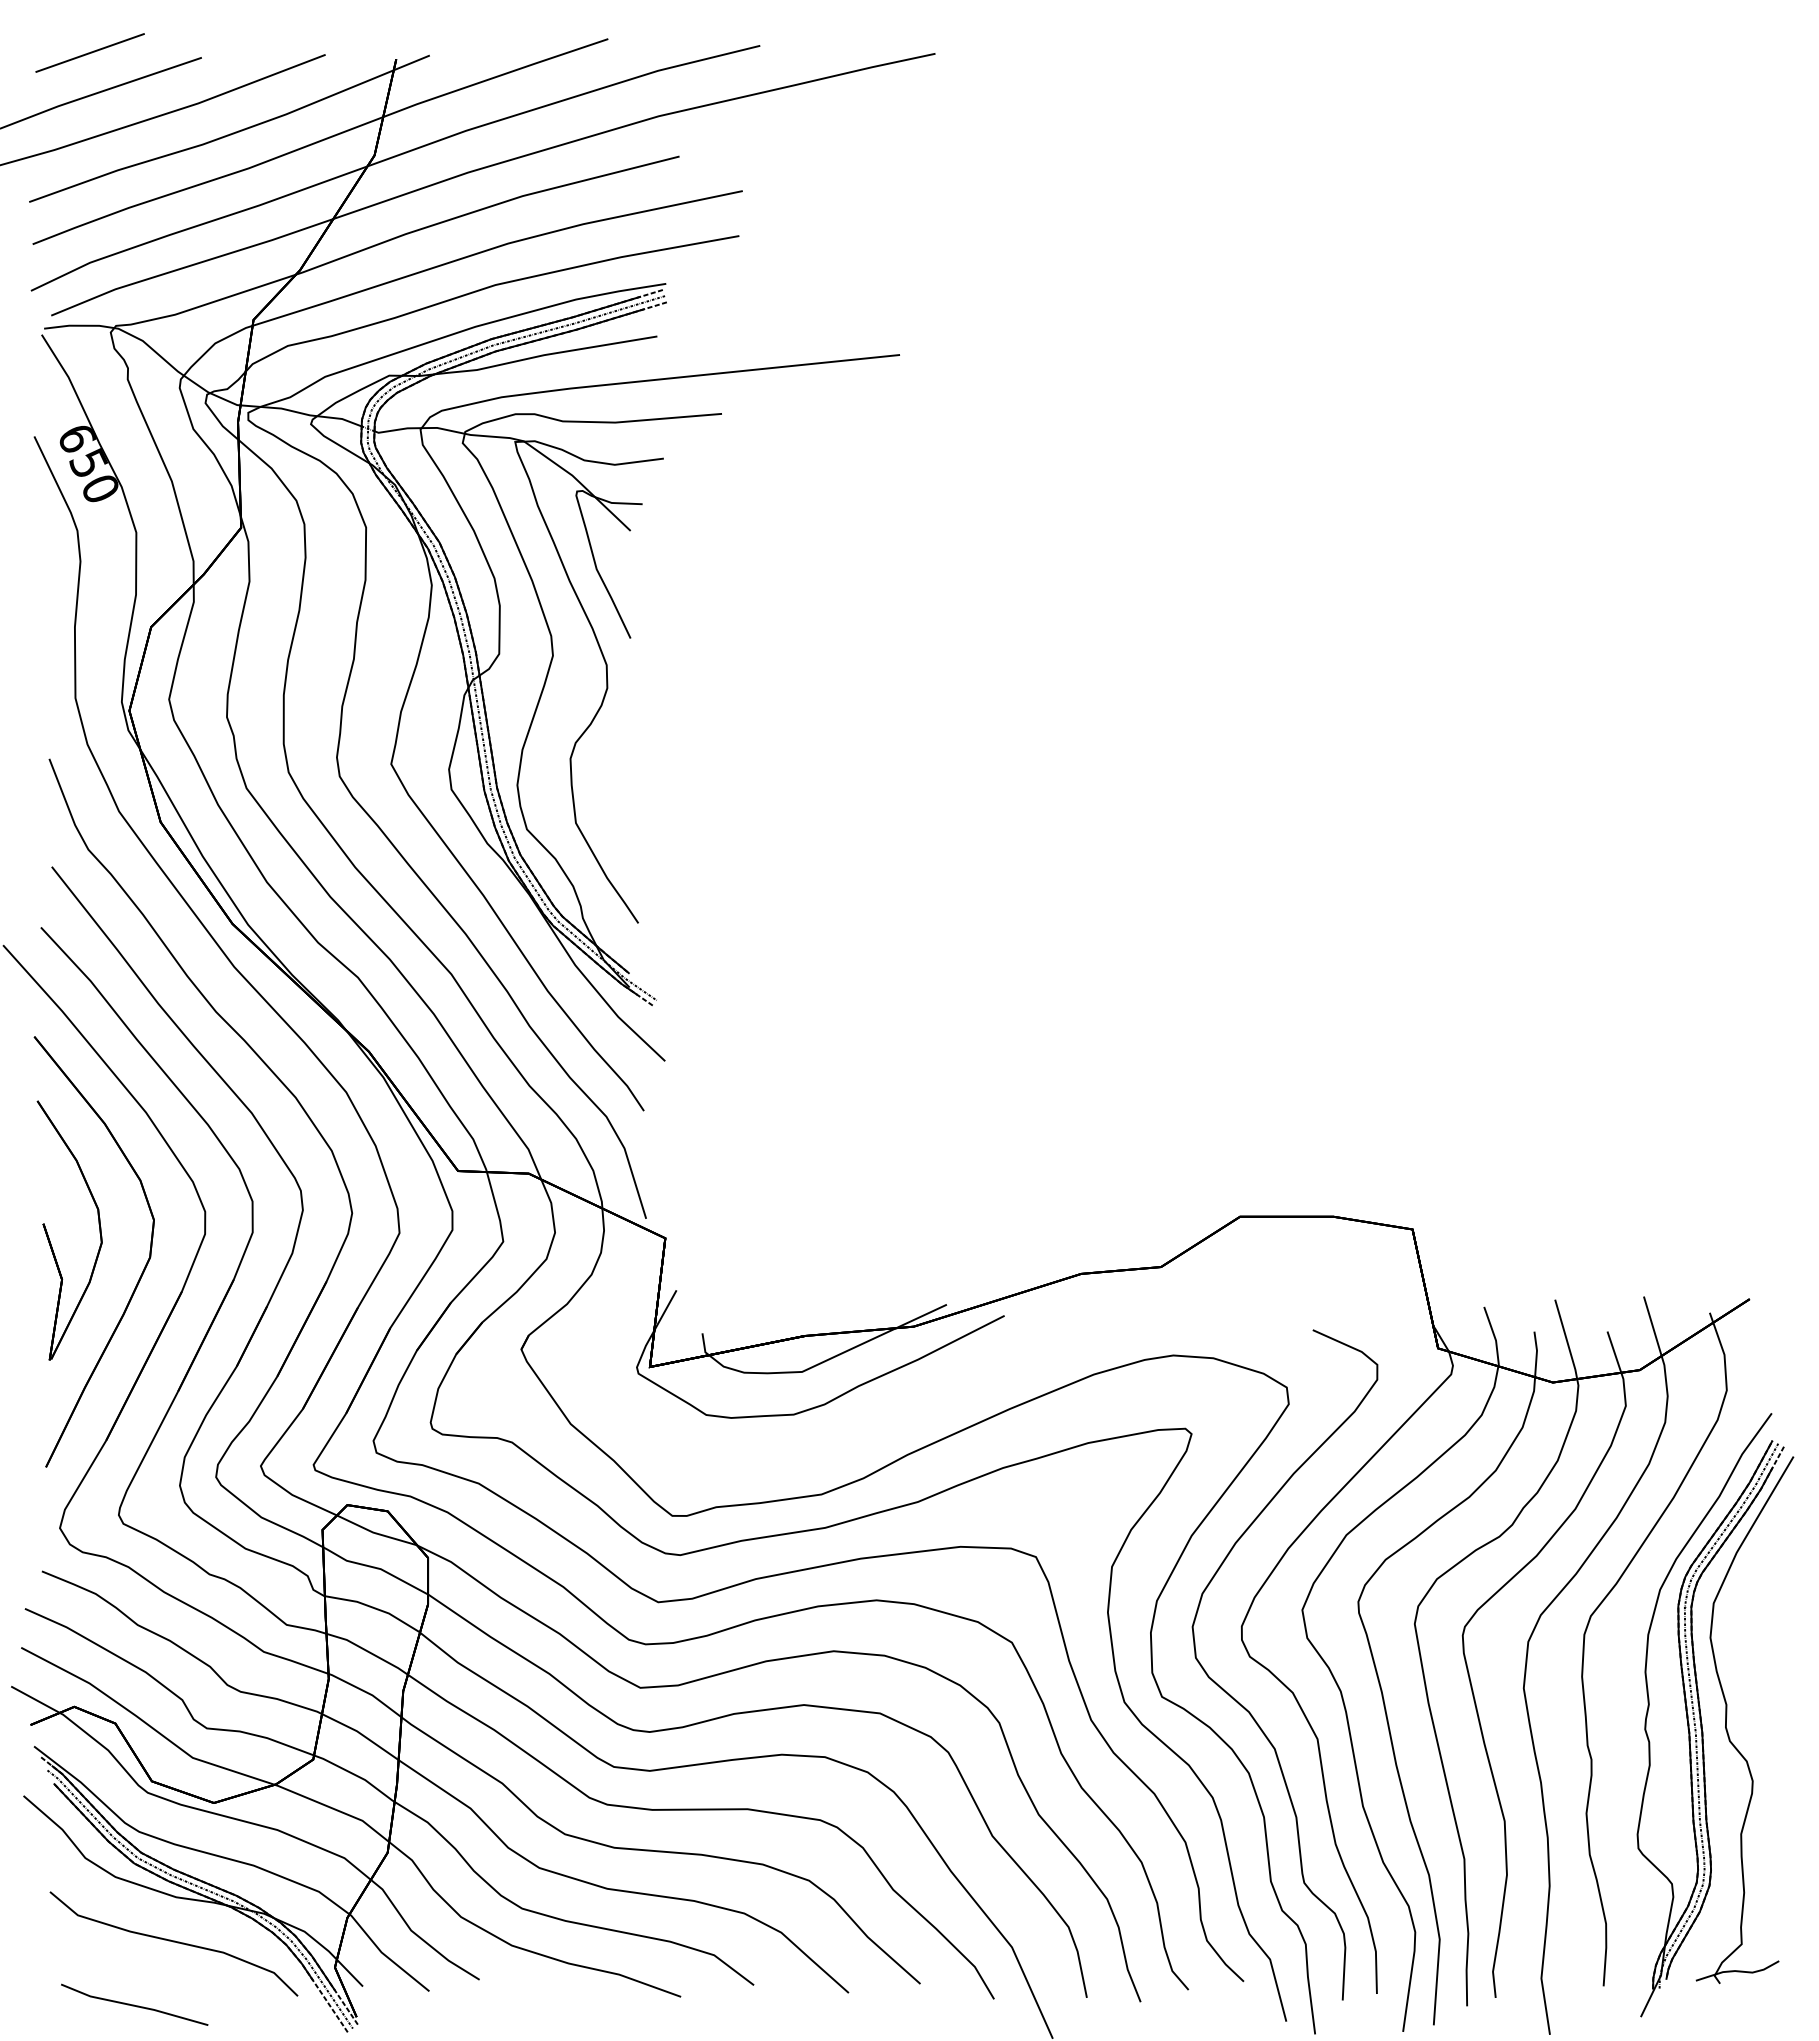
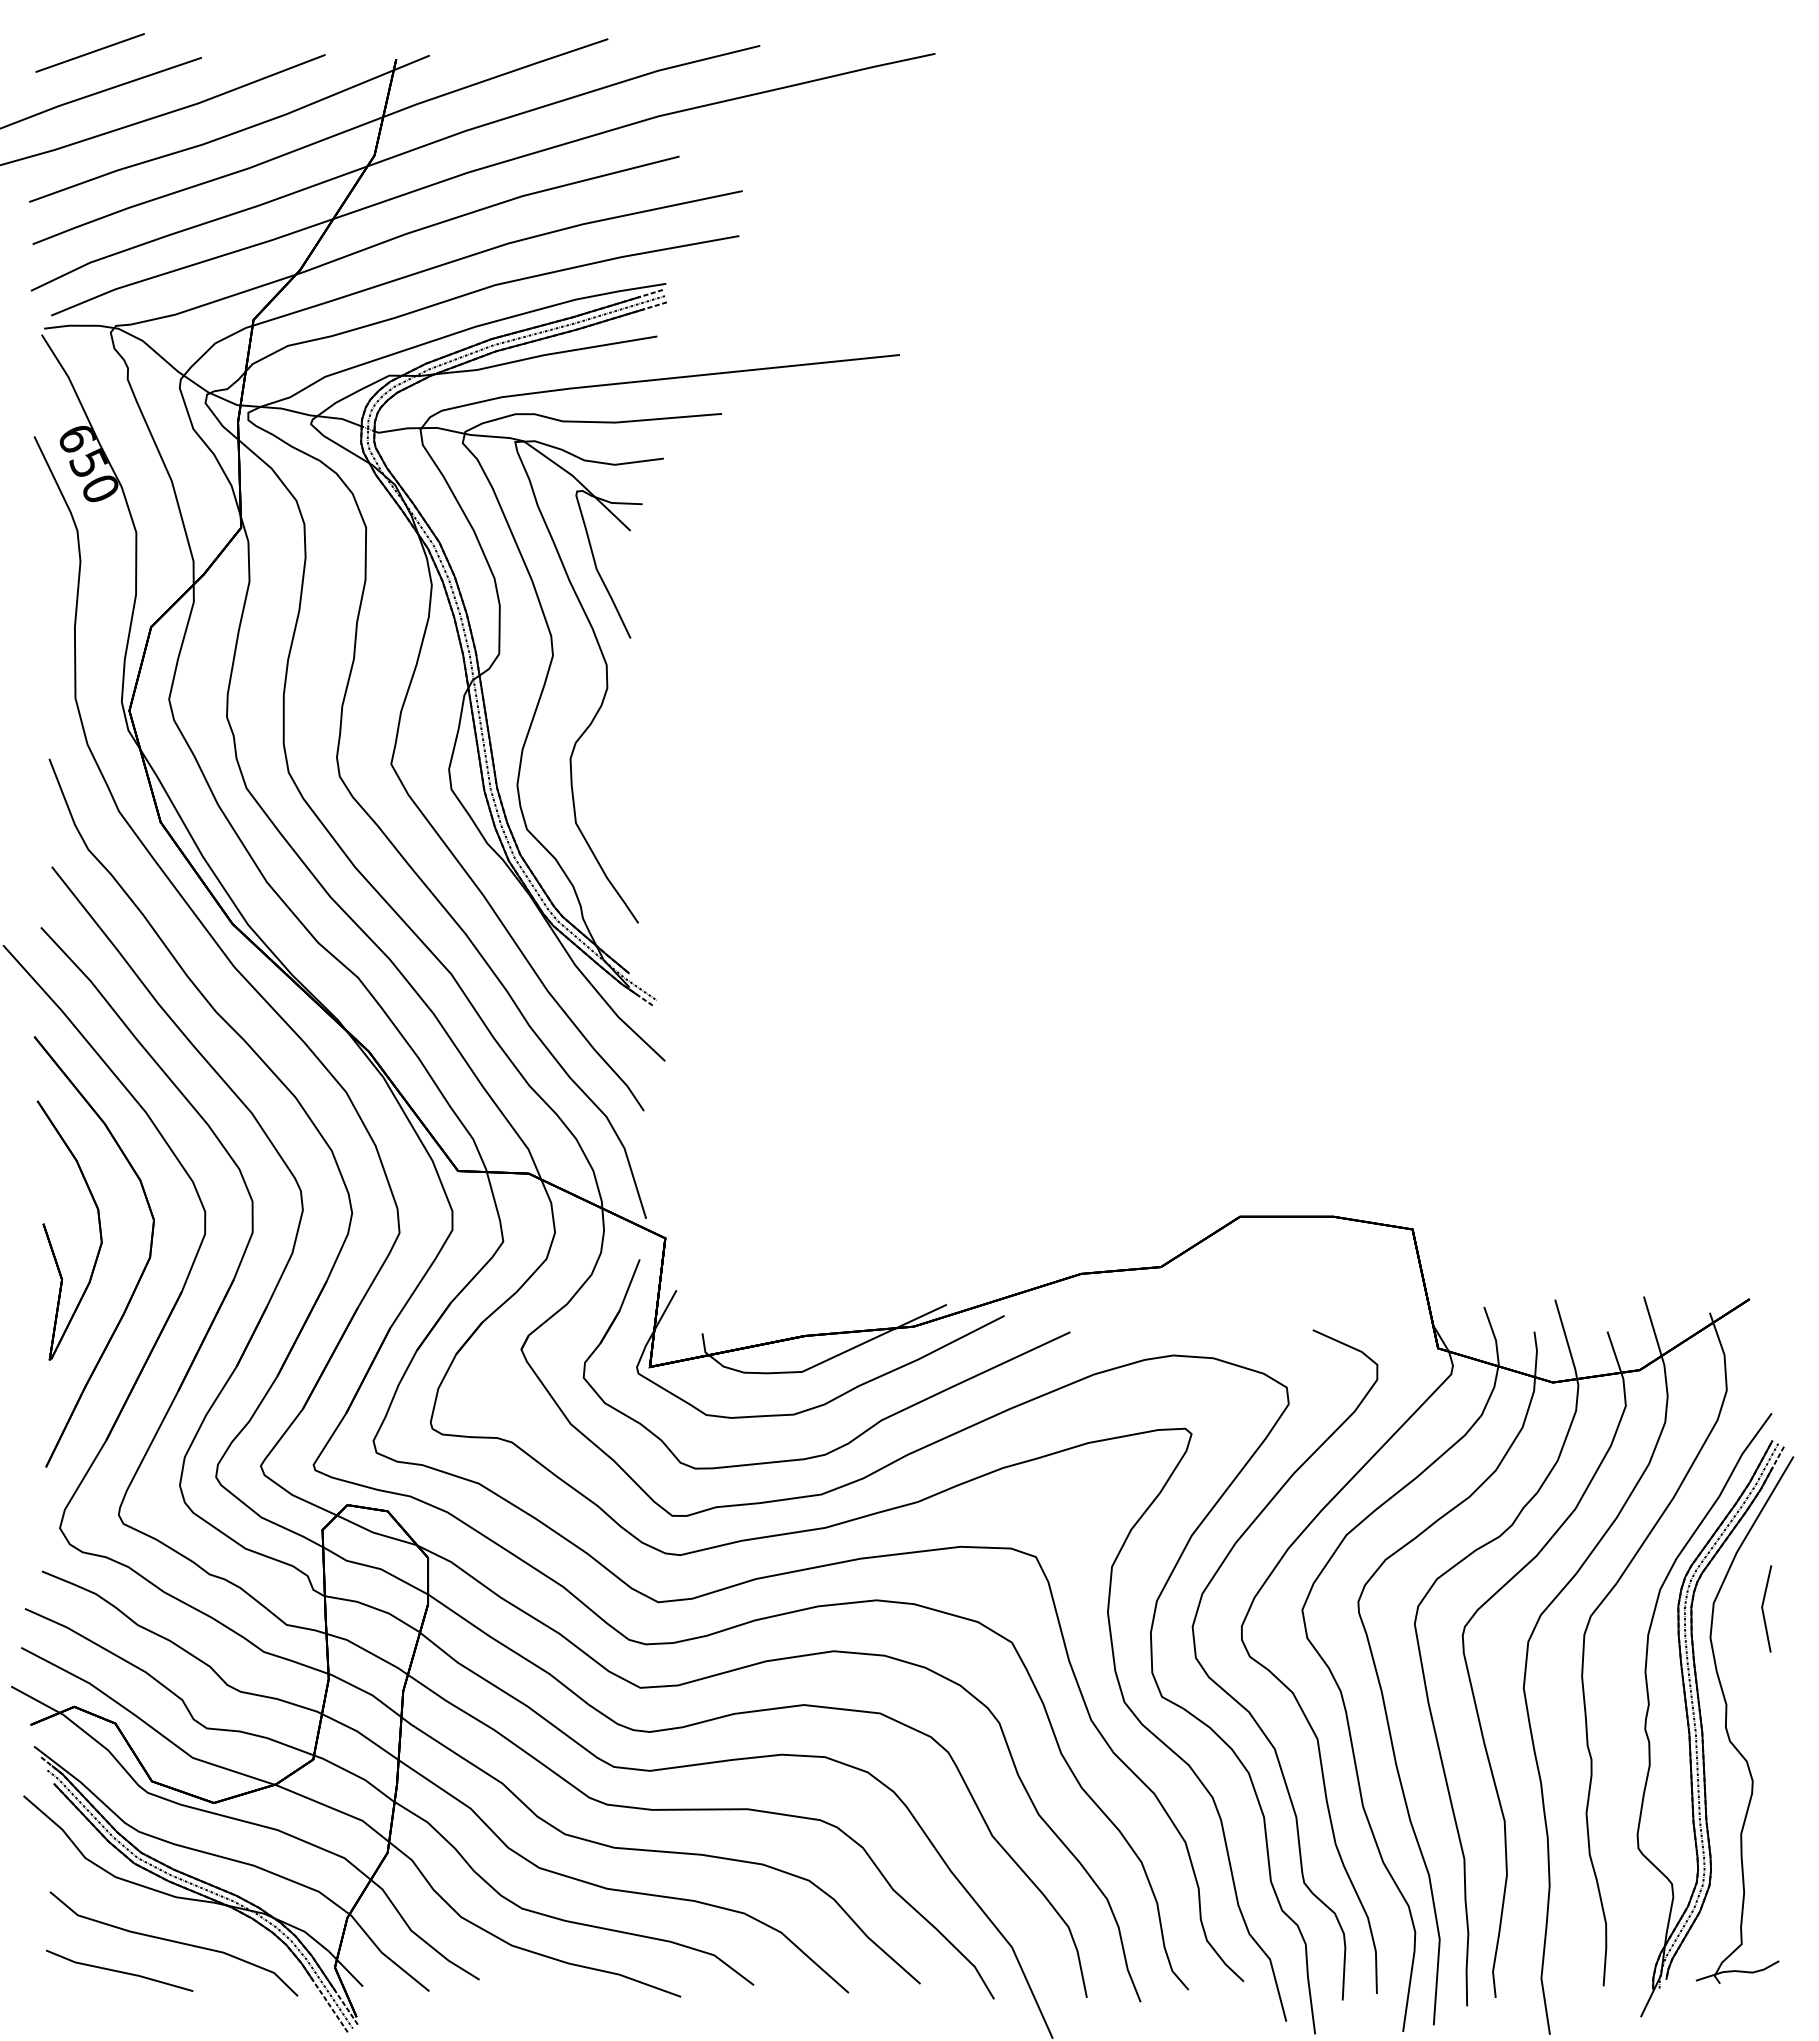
part at (873, 1424): none -> present
line at (1763, 1608): none -> present
part at (134, 2004) position: (134, 2004) -> (119, 1970)
